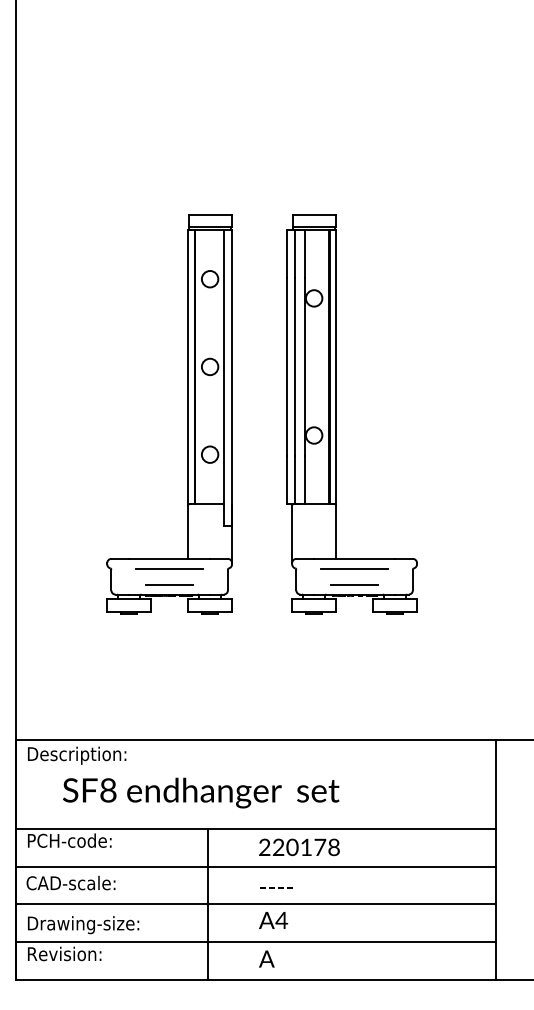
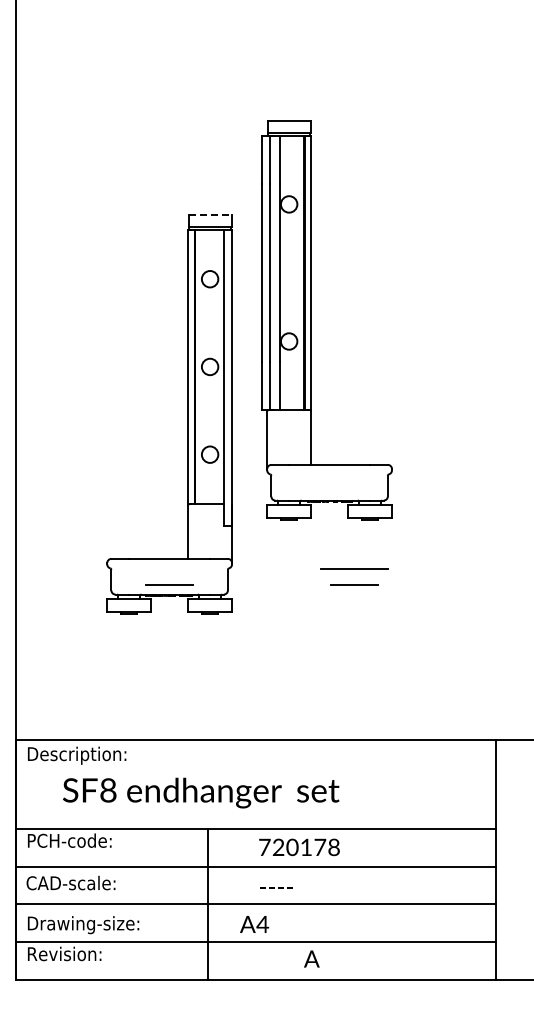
line at (210, 214): solid -> dashed
part at (336, 414) position: (336, 414) -> (311, 320)
line at (169, 568): present -> none
text at (264, 846): 220178 -> 720178
text at (273, 920) position: (273, 920) -> (254, 924)
text at (266, 958) position: (266, 958) -> (311, 958)
